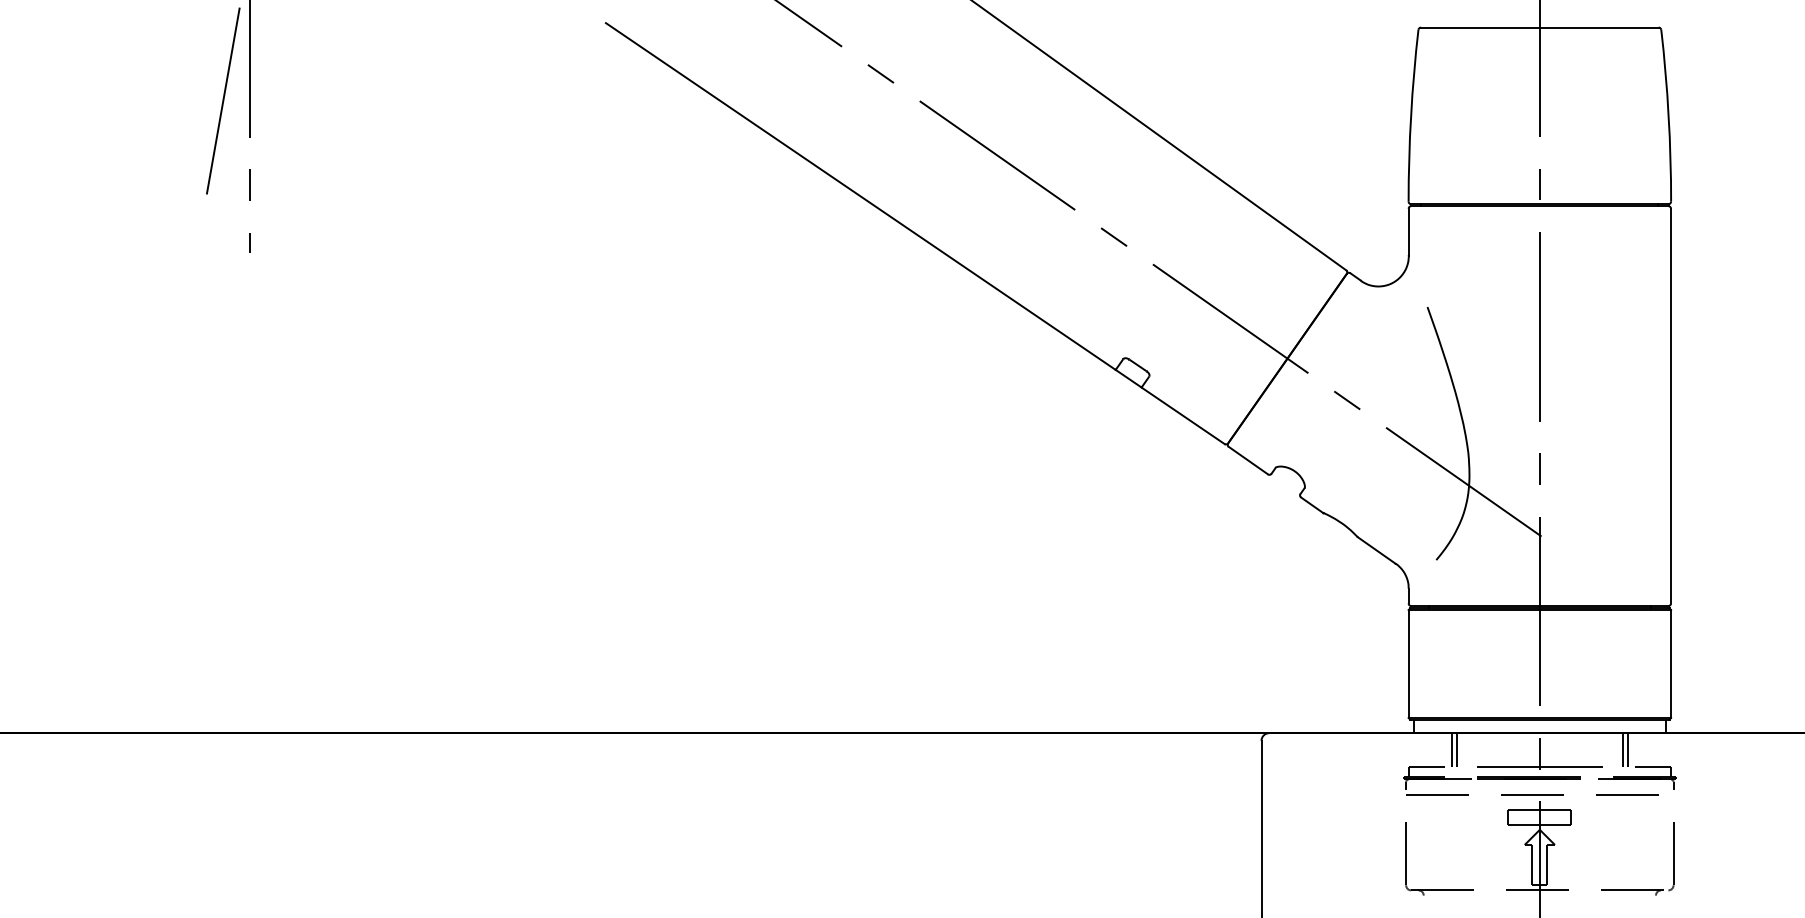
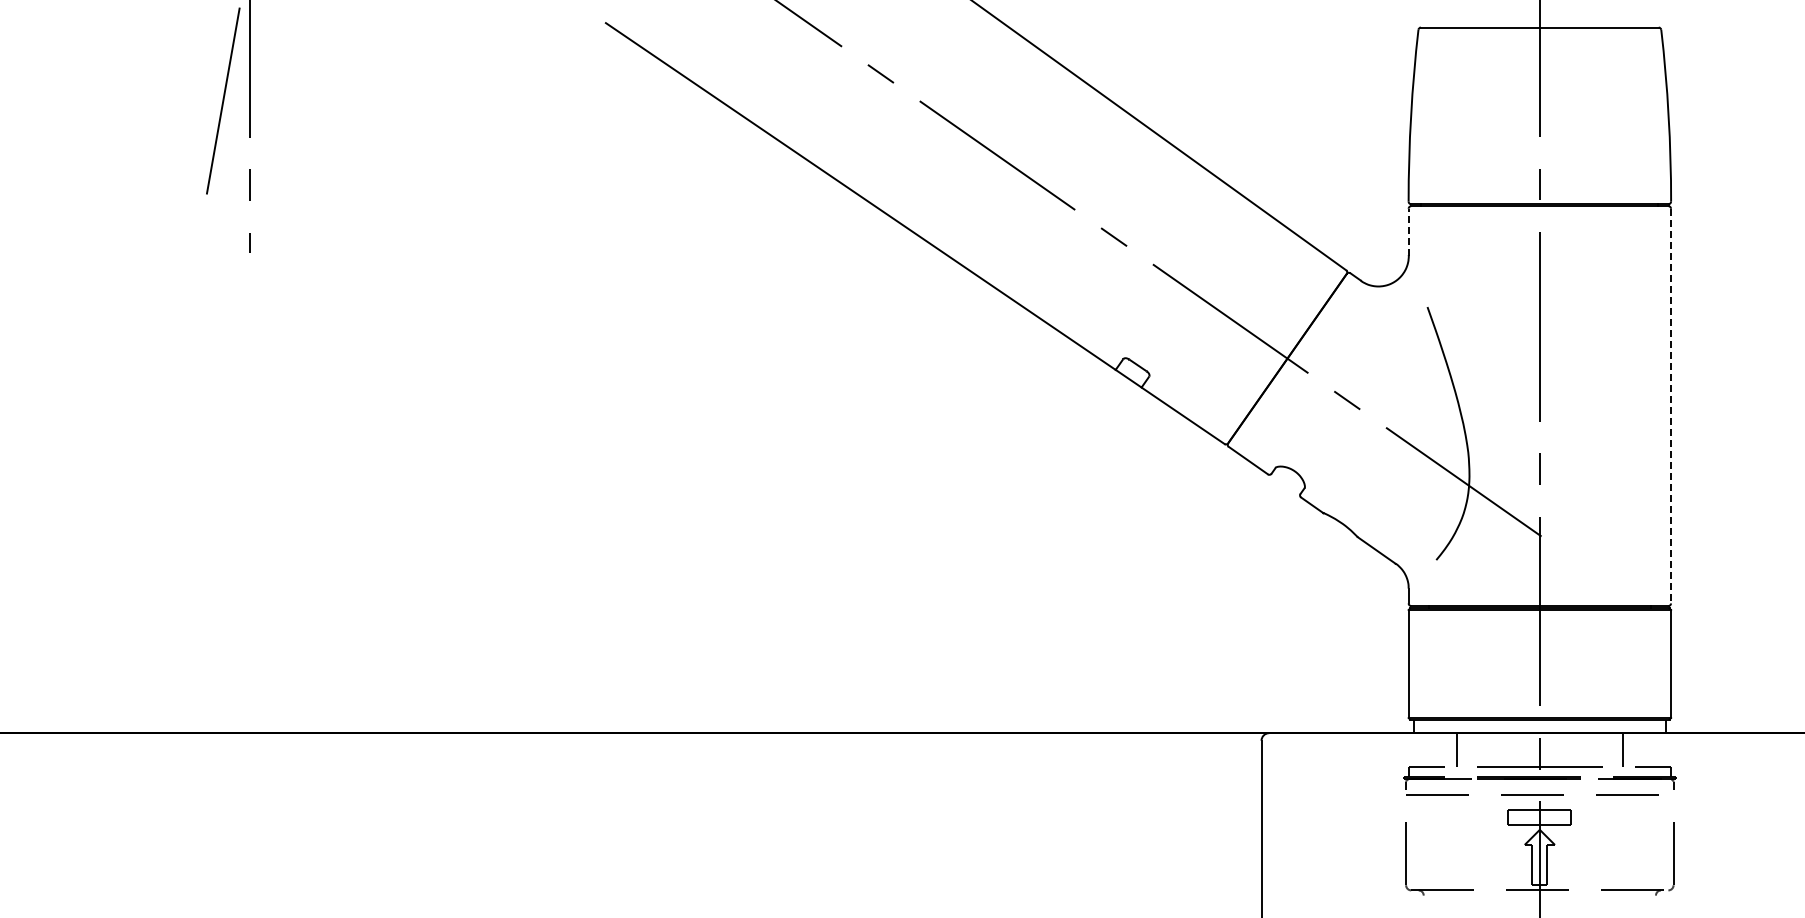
line at (1408, 232): solid -> dashed
line at (1671, 406): solid -> dashed
line at (1451, 749): present -> none
line at (1628, 749): present -> none
